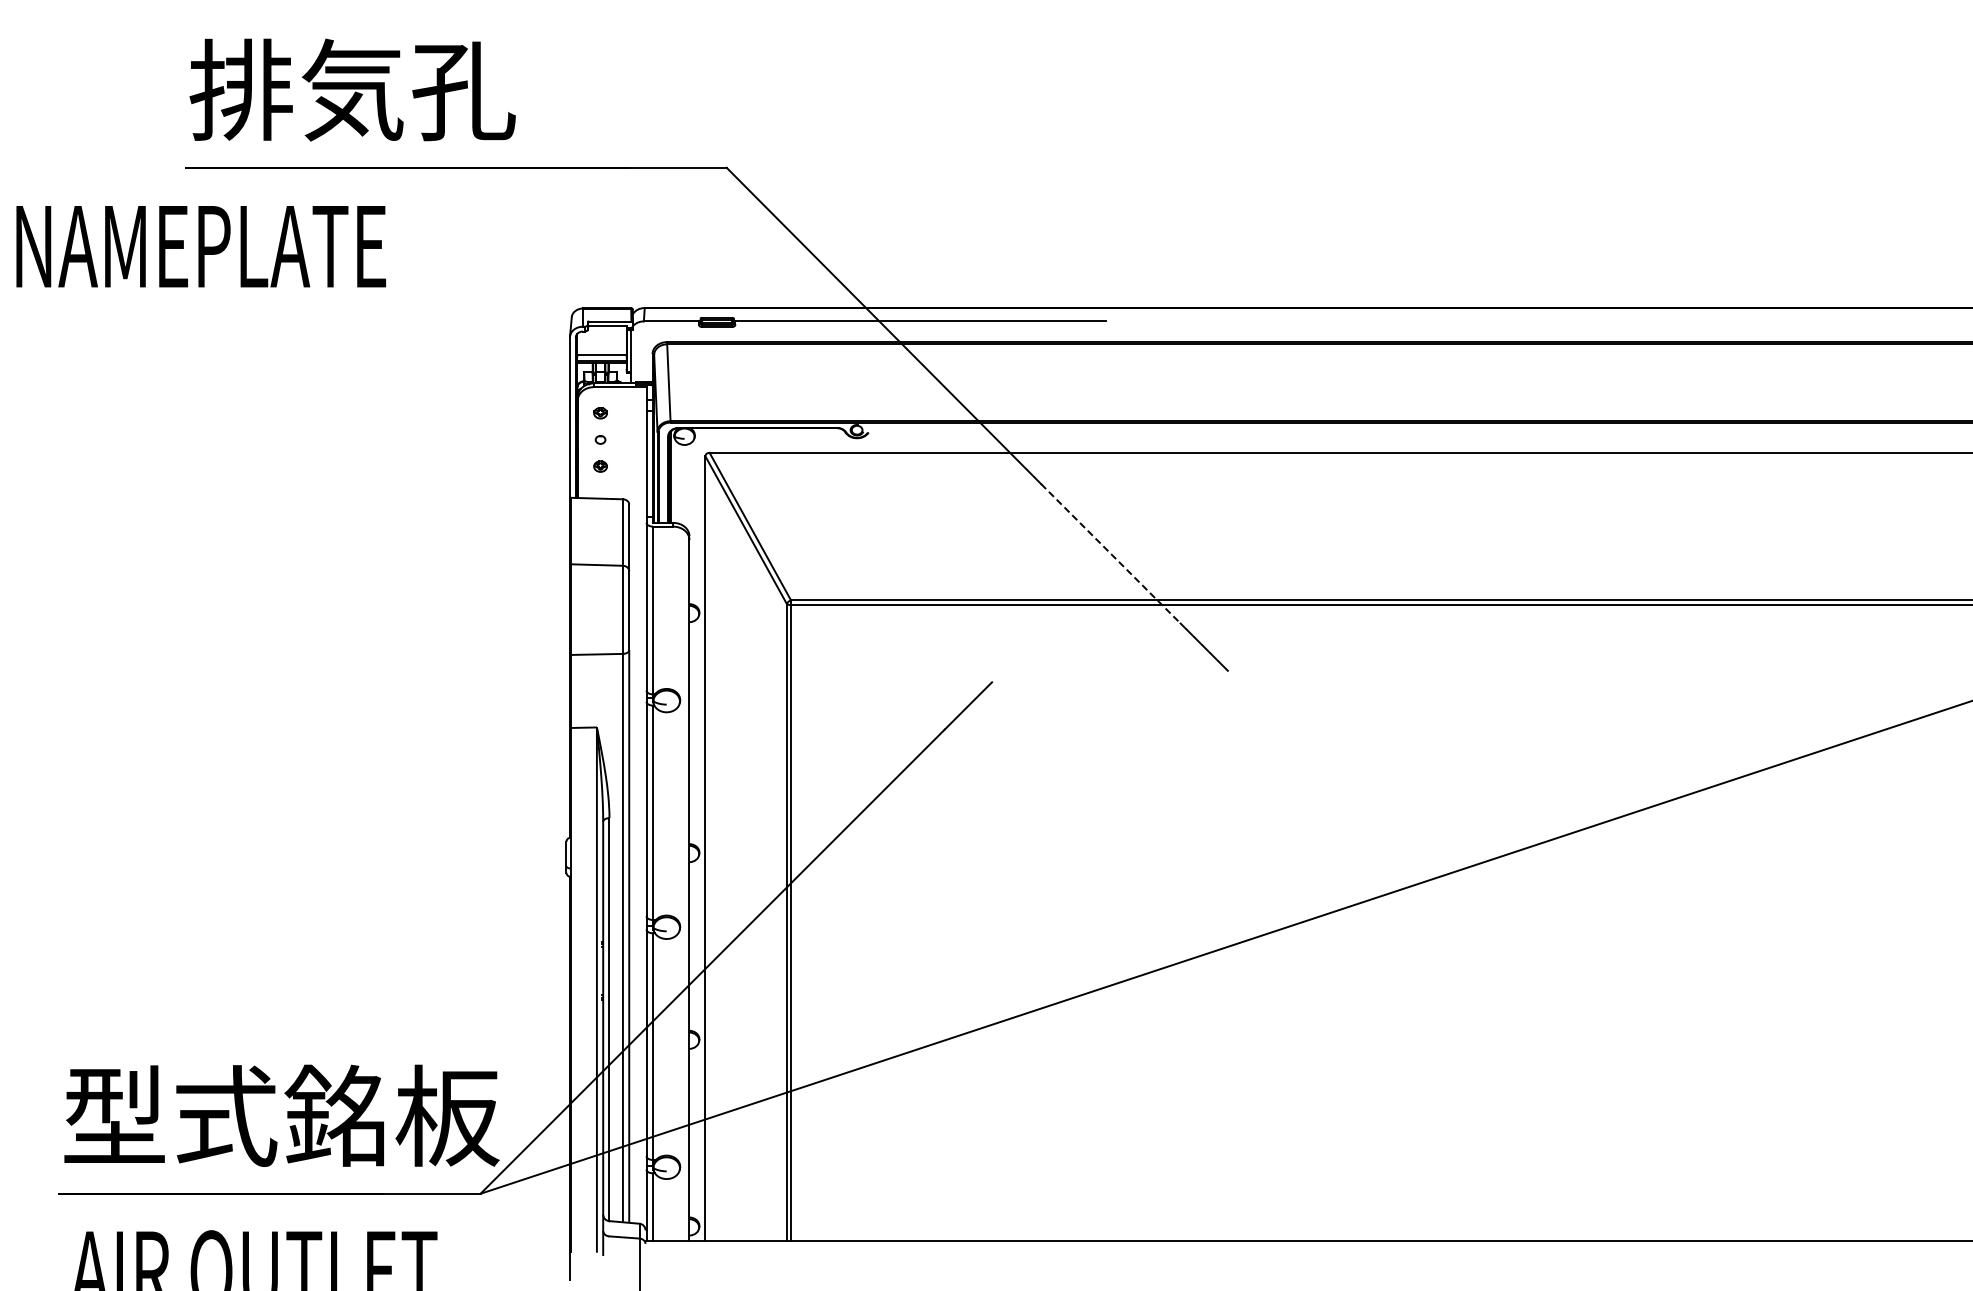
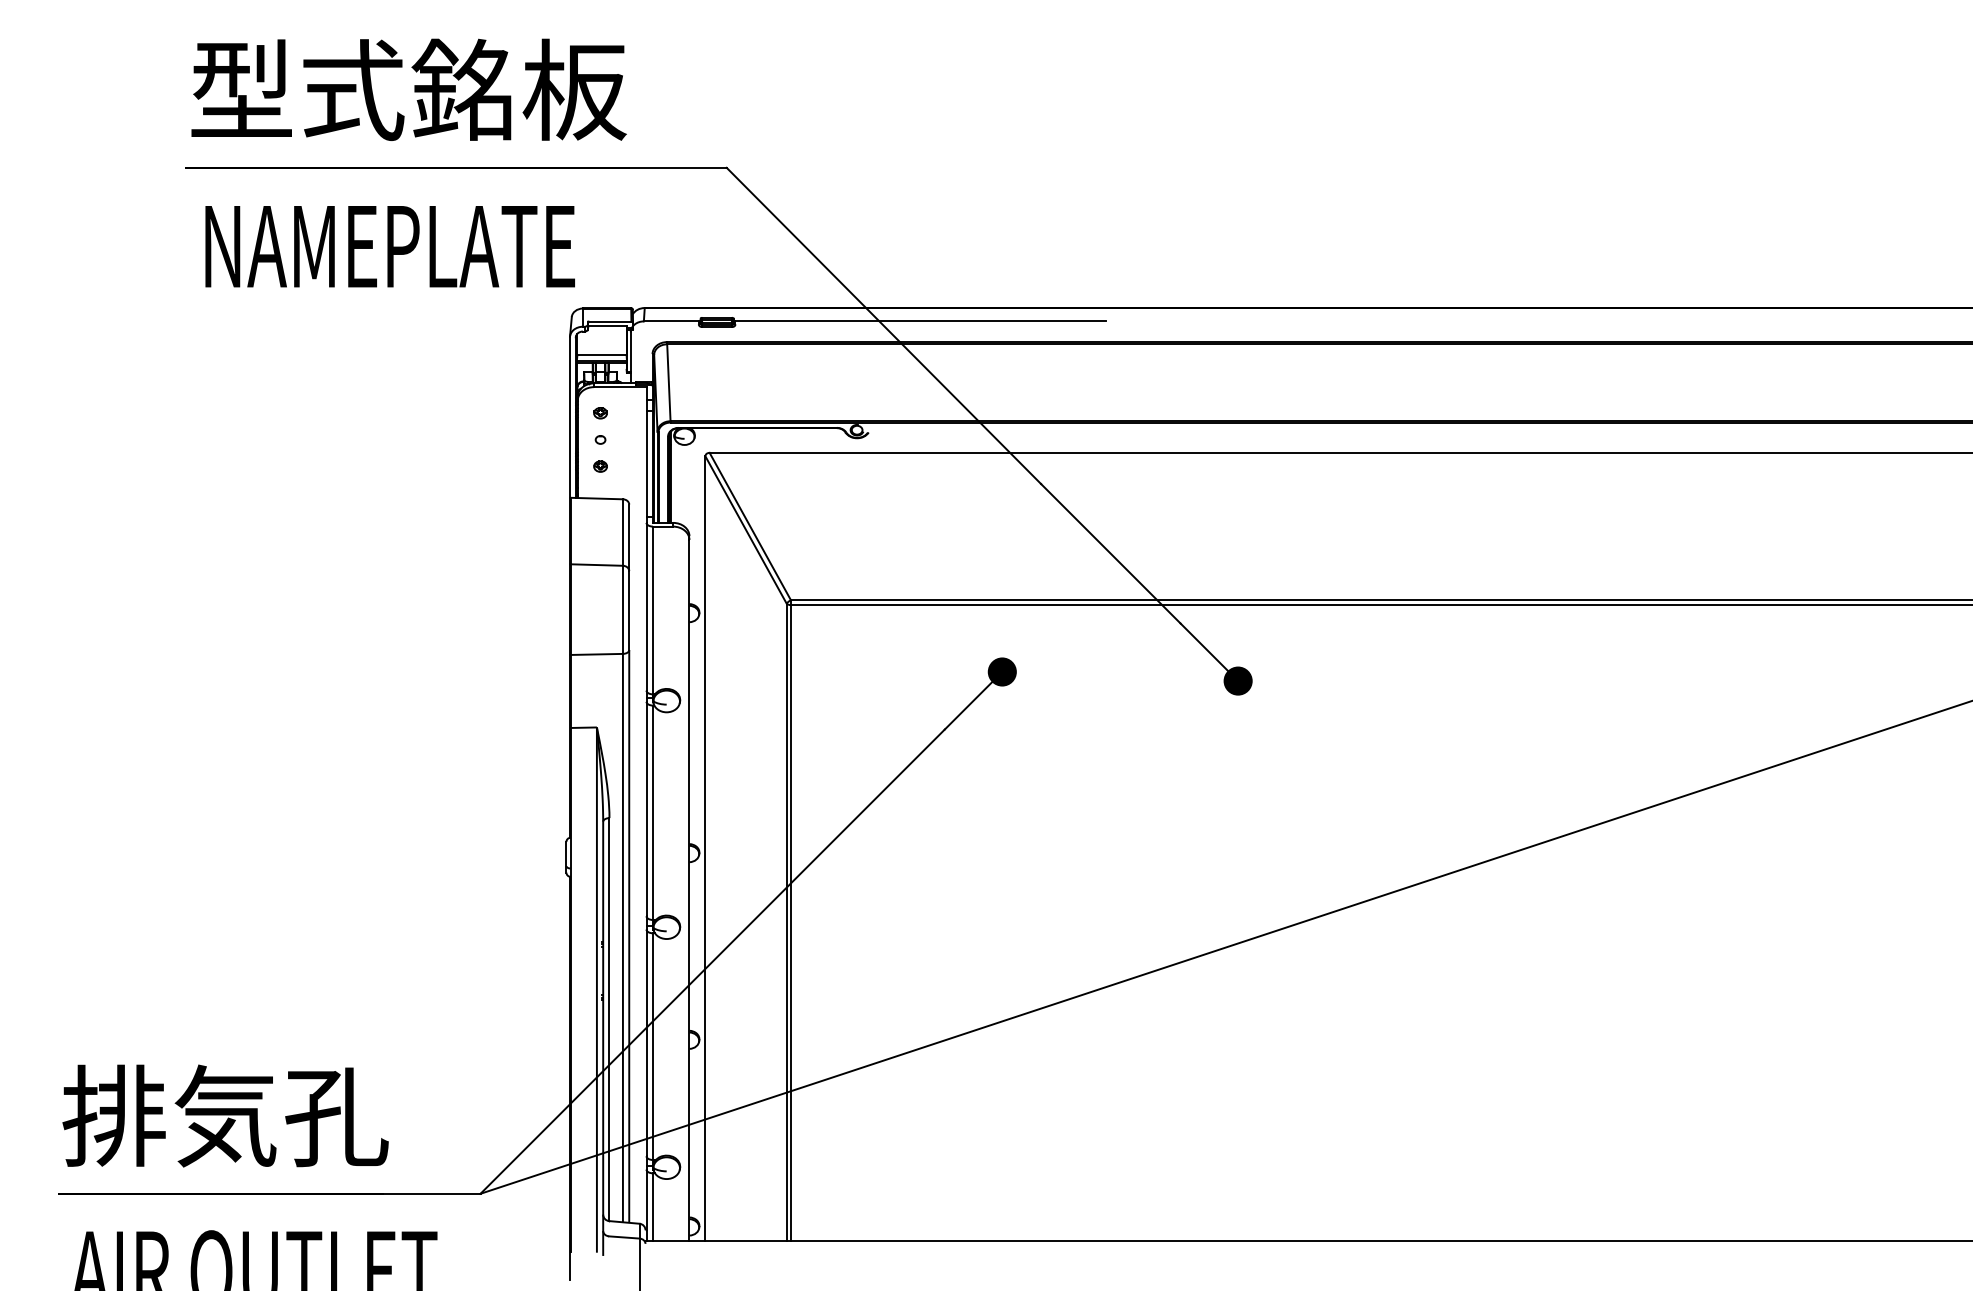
text at (407, 89): 排気孔 -> 型式銘板
text at (200, 246) position: (200, 246) -> (389, 246)
line at (1110, 553): dashed -> solid
fill at (1001, 671): none -> present
fill at (1237, 680): none -> present
text at (280, 1115): 型式銘板 -> 排気孔
